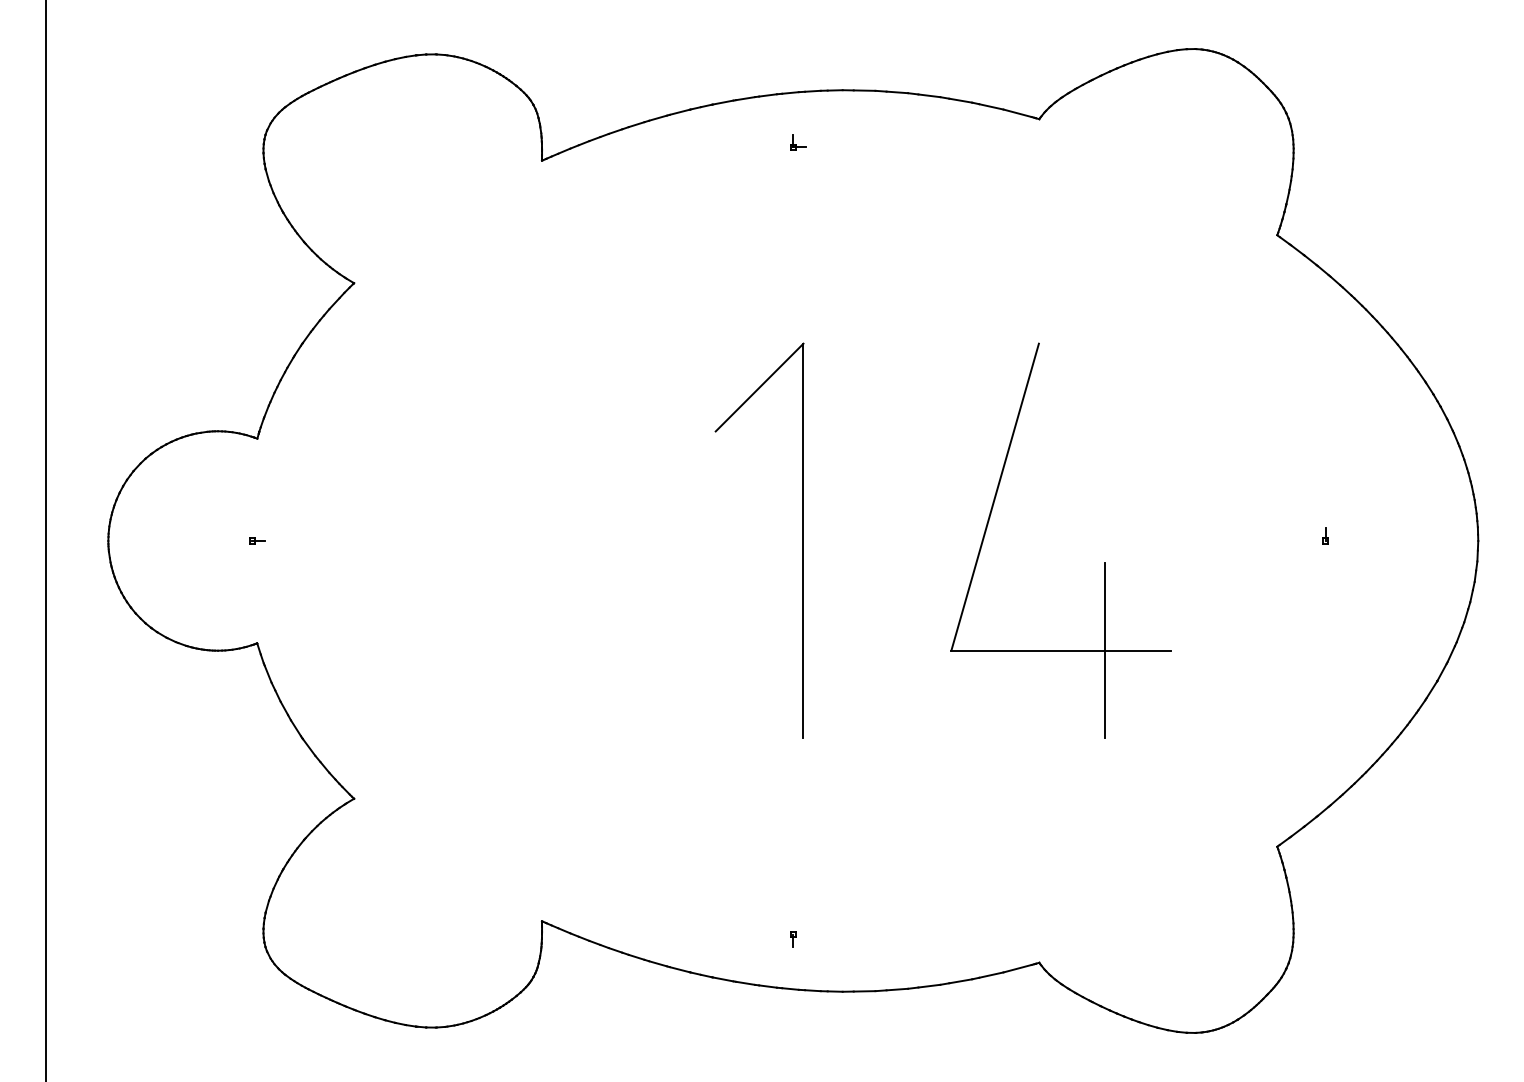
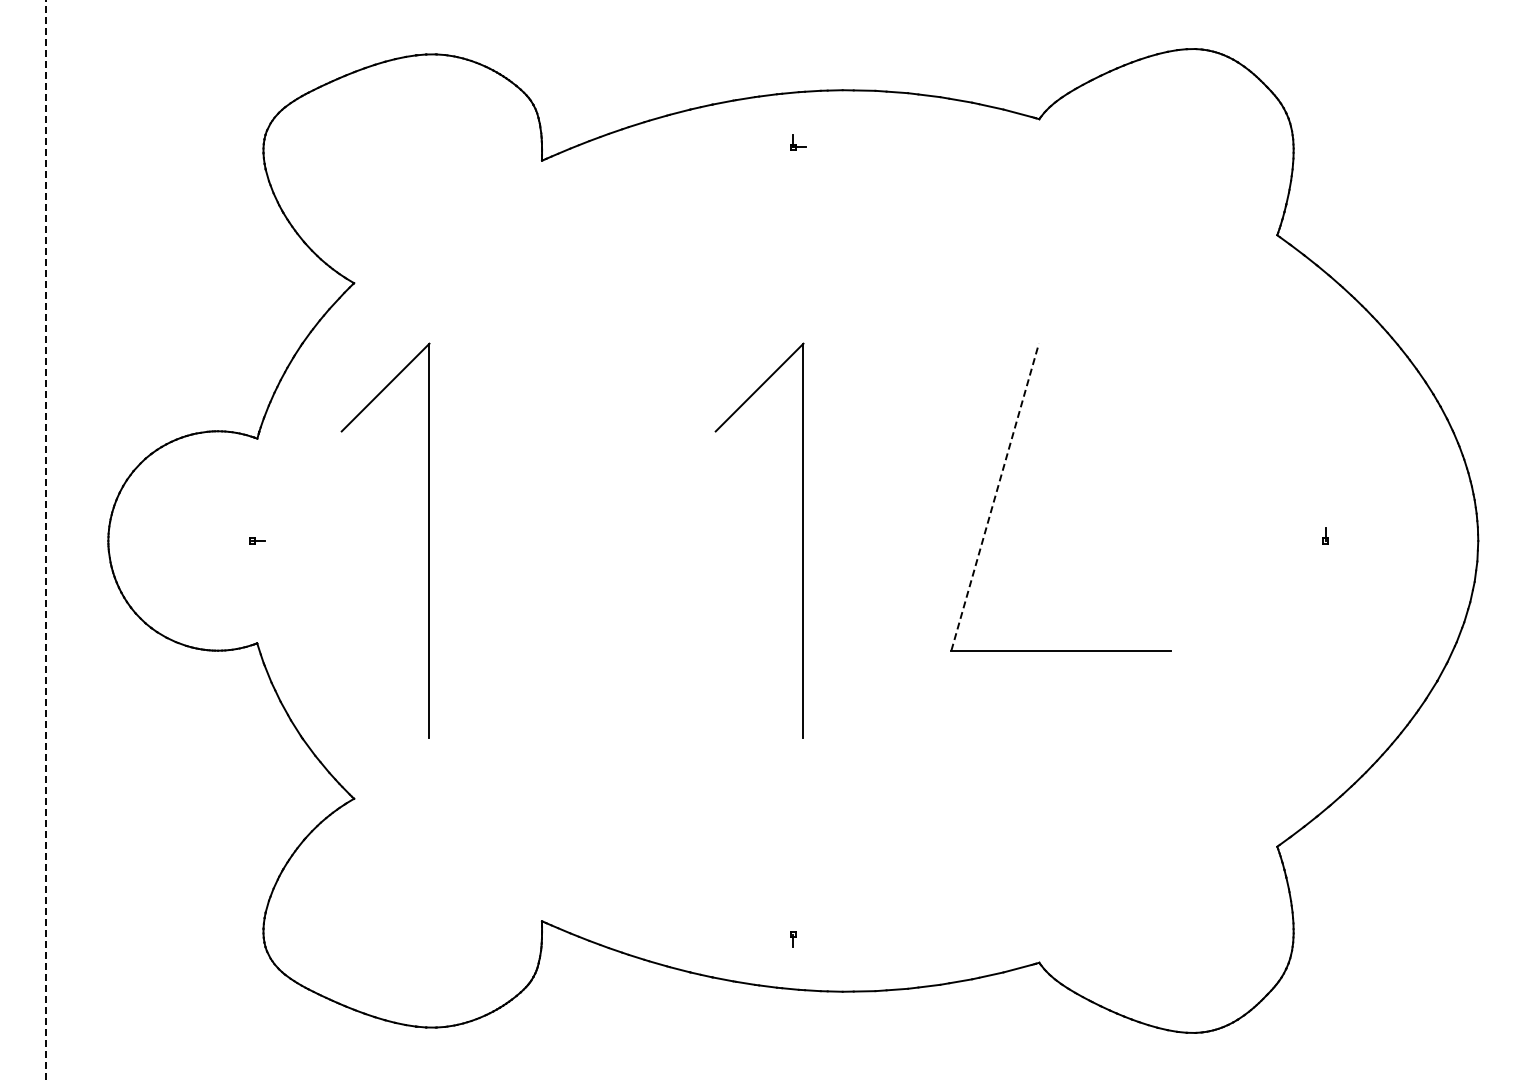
line at (995, 497): solid -> dashed
part at (428, 540): none -> present
line at (45, 541): solid -> dashed
line at (1104, 650): present -> none
